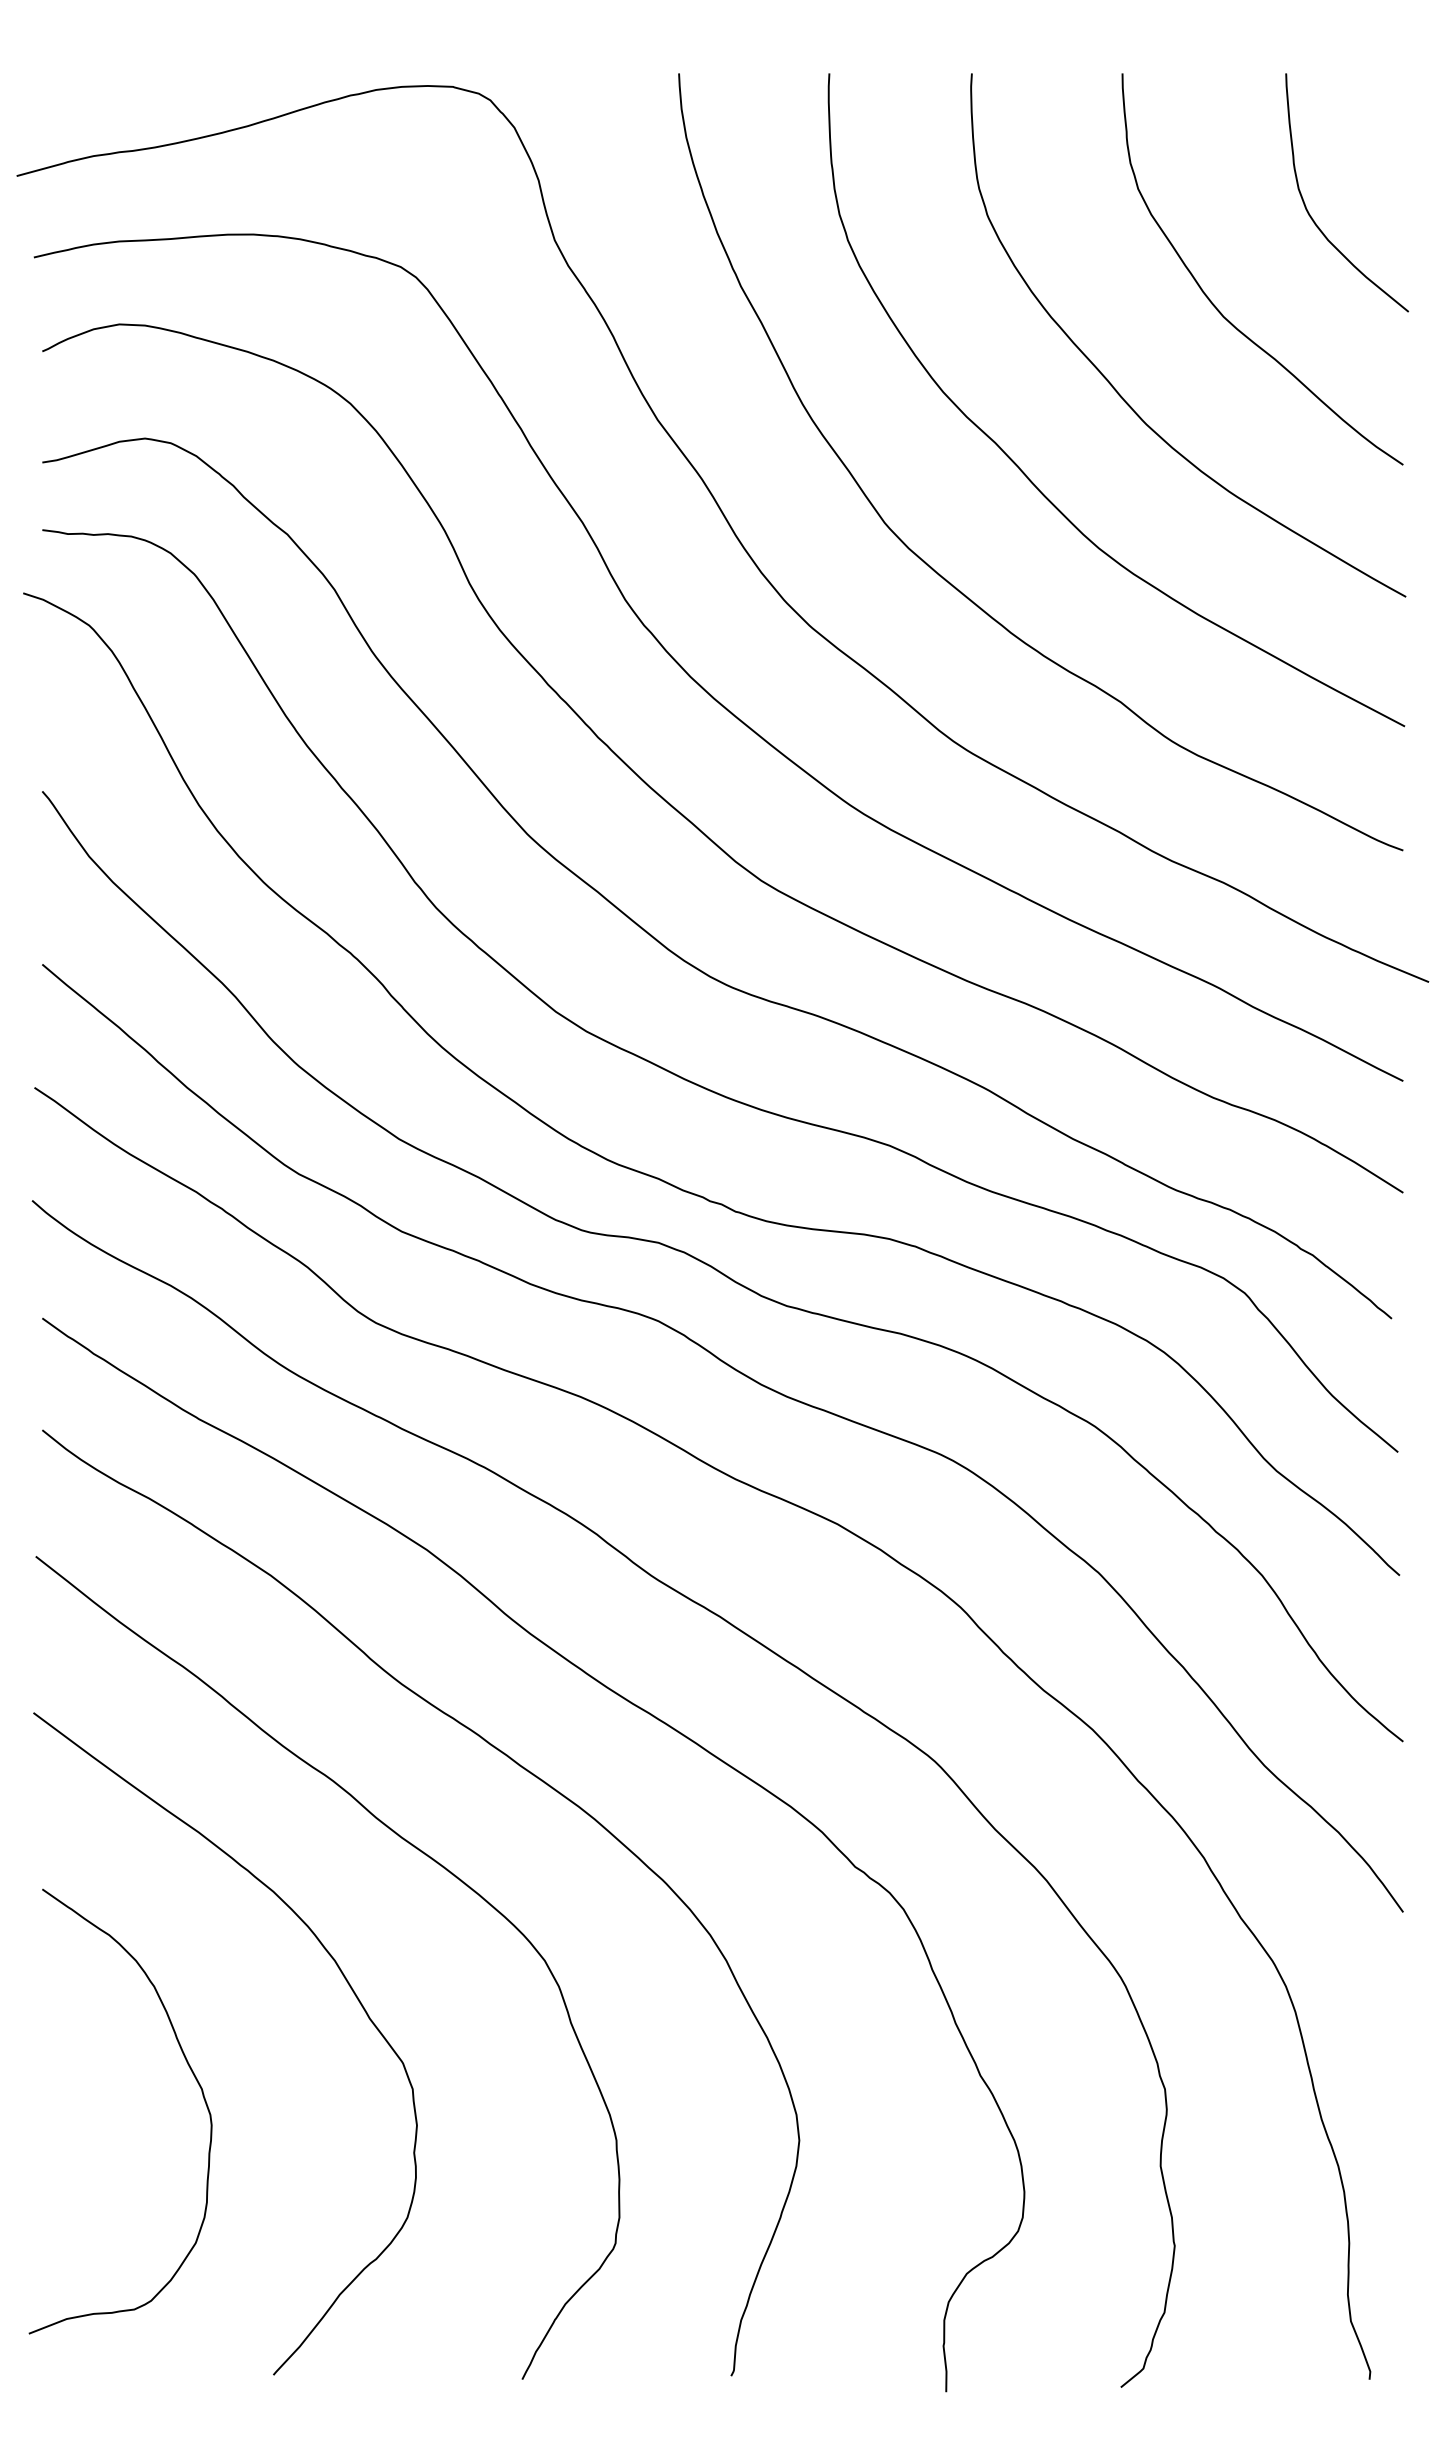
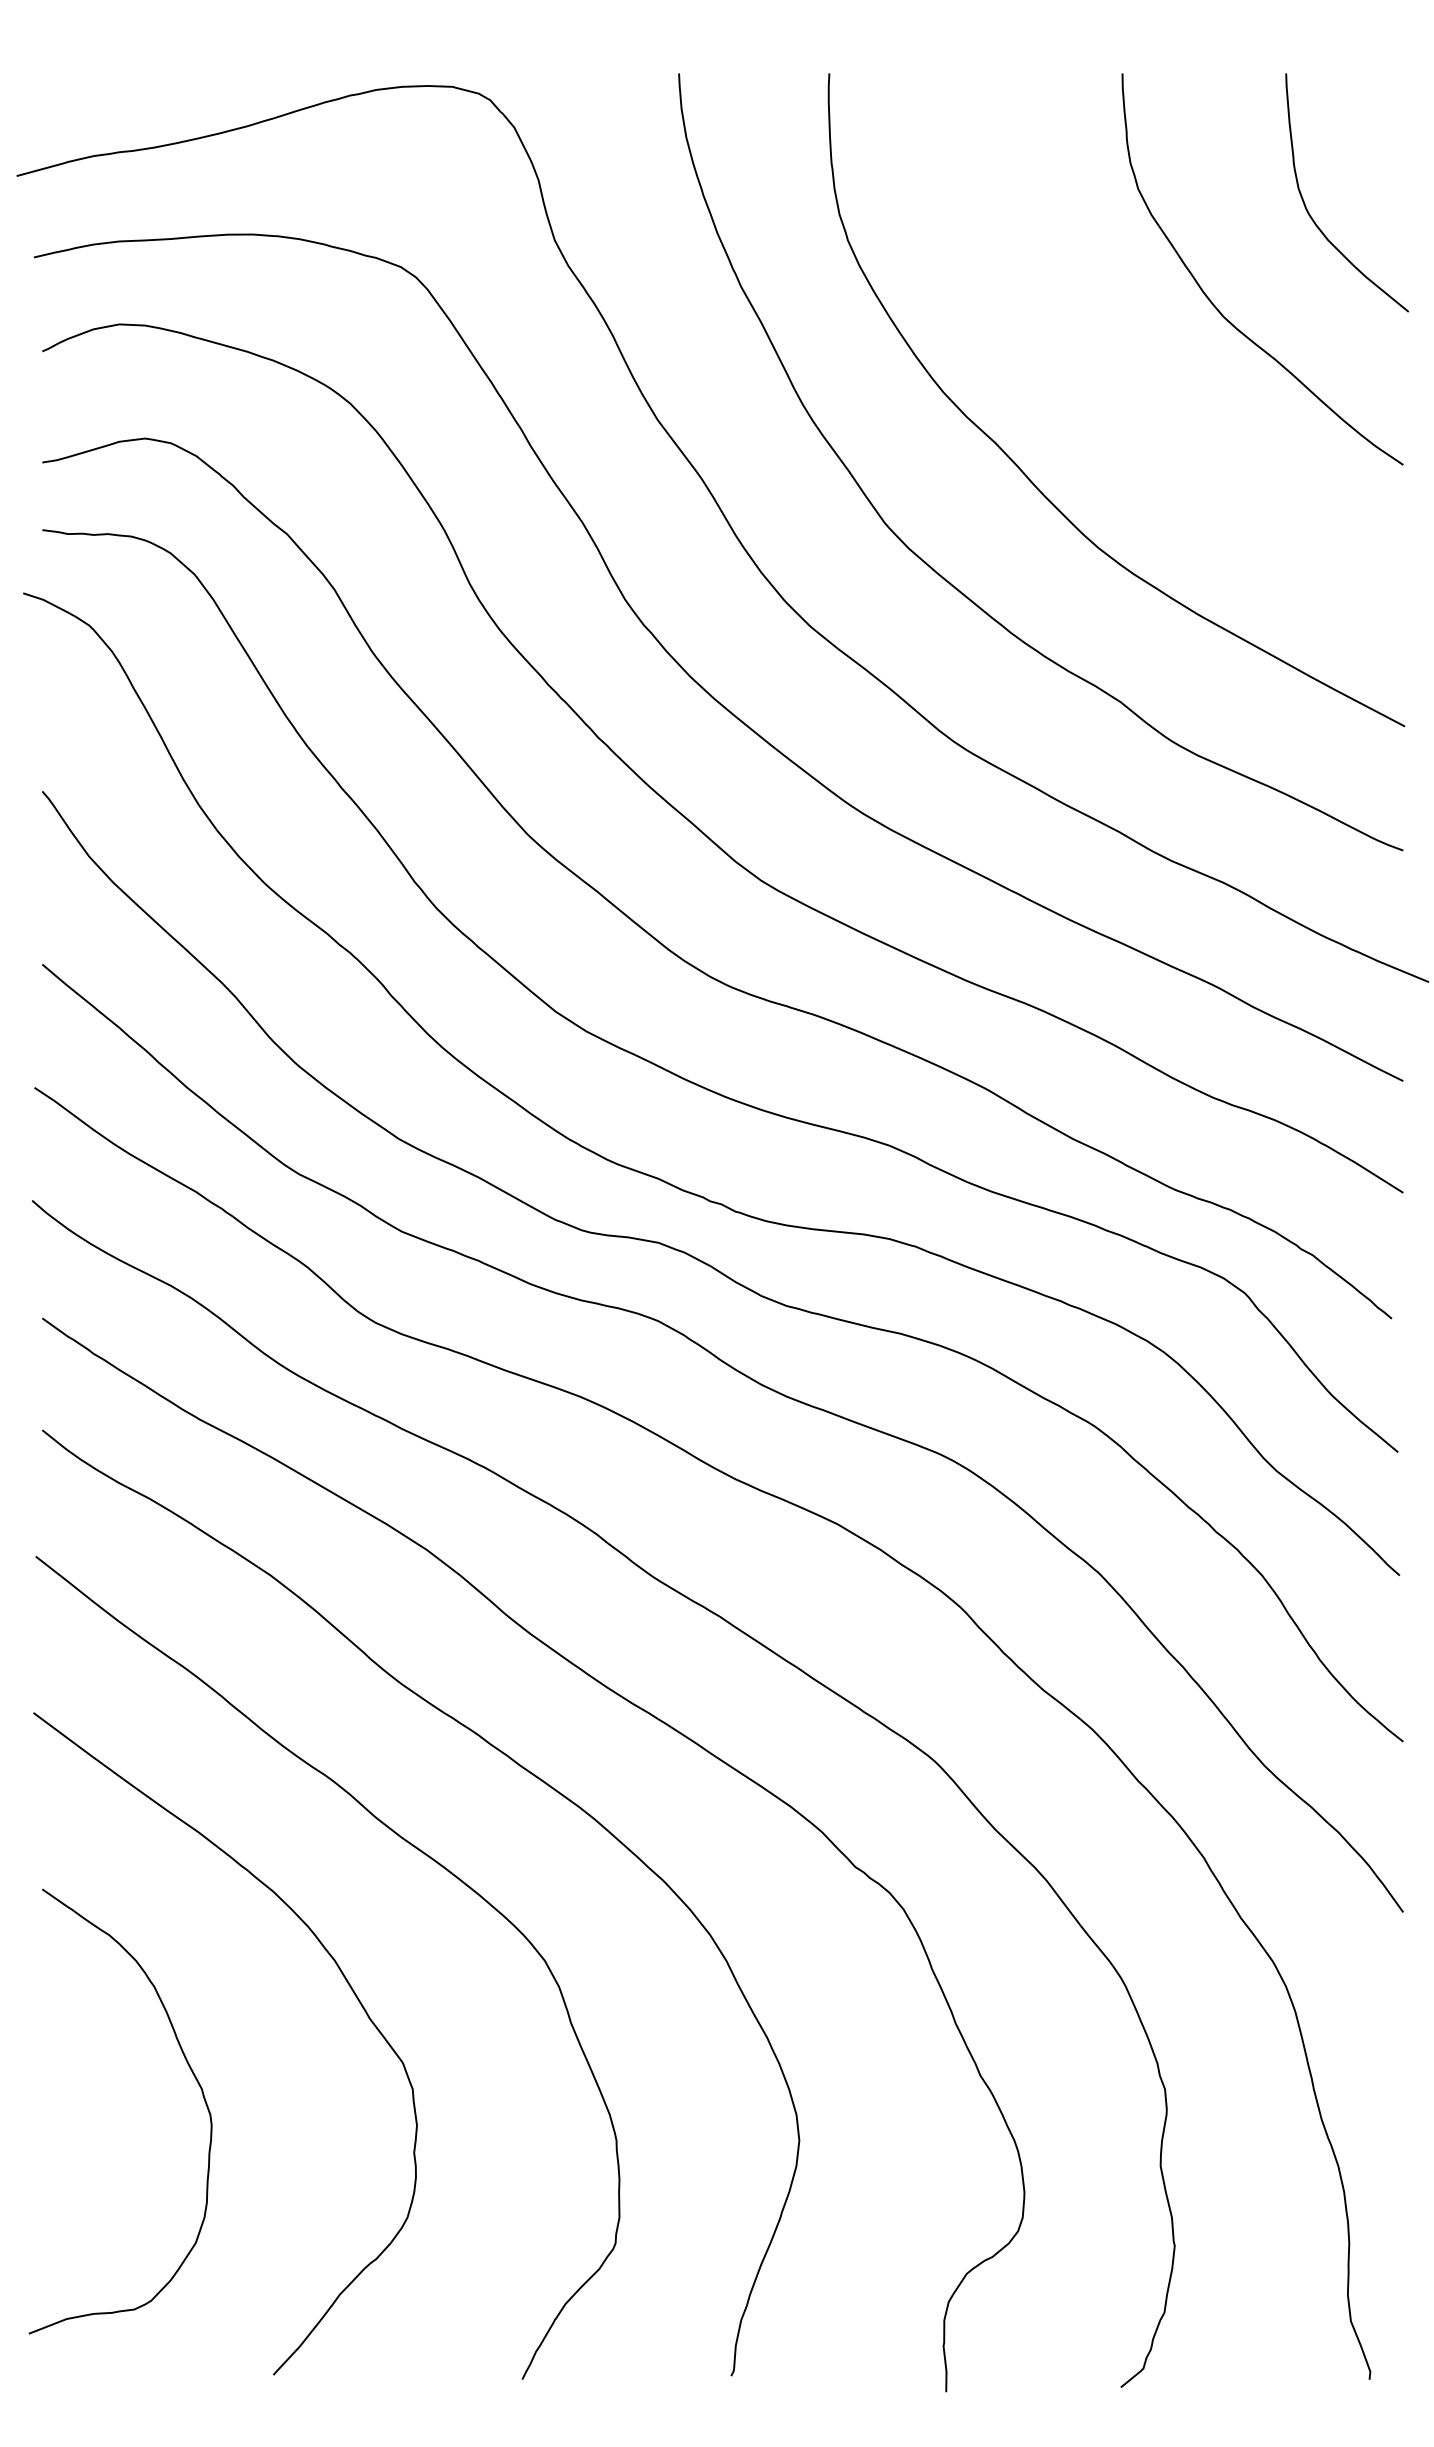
curve at (1117, 390): present -> none
